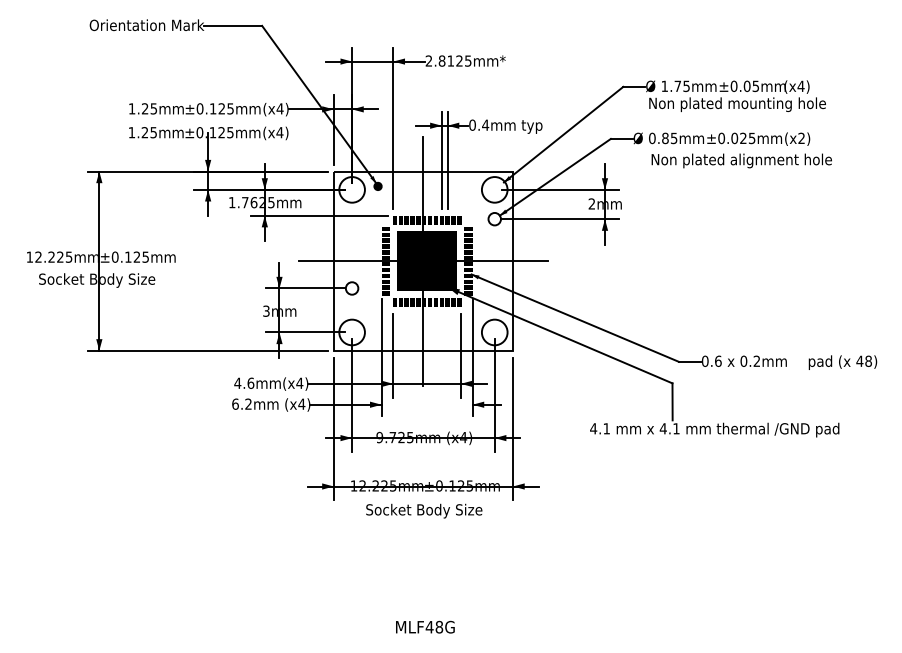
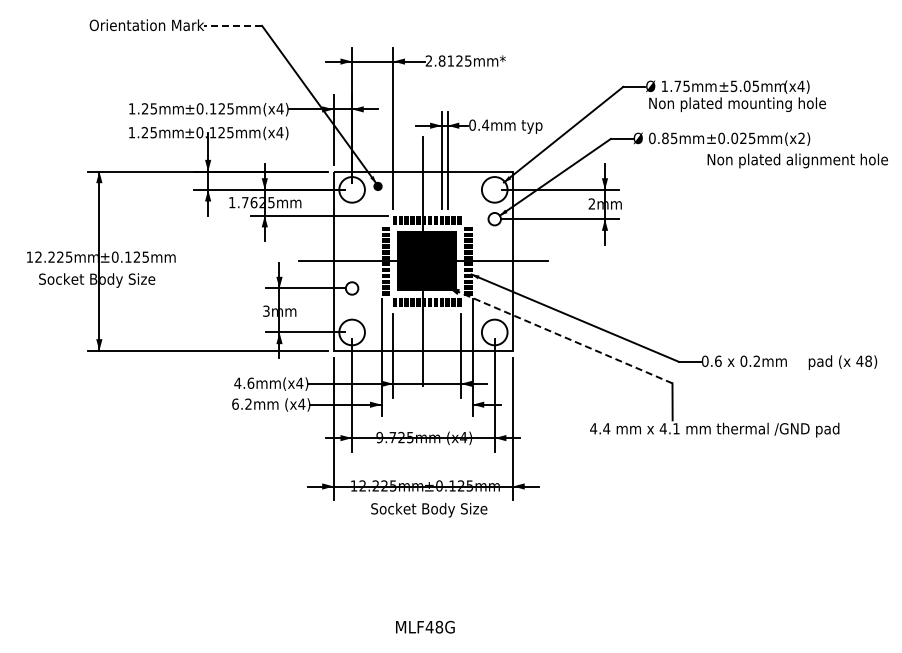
line at (232, 25): solid -> dashed
text at (733, 85): ±0.05mm -> ±5.05mm
text at (741, 160) position: (741, 160) -> (797, 160)
line at (560, 335): solid -> dashed
text at (606, 428): 4.1 -> 4.4
text at (424, 510) position: (424, 510) -> (429, 509)
